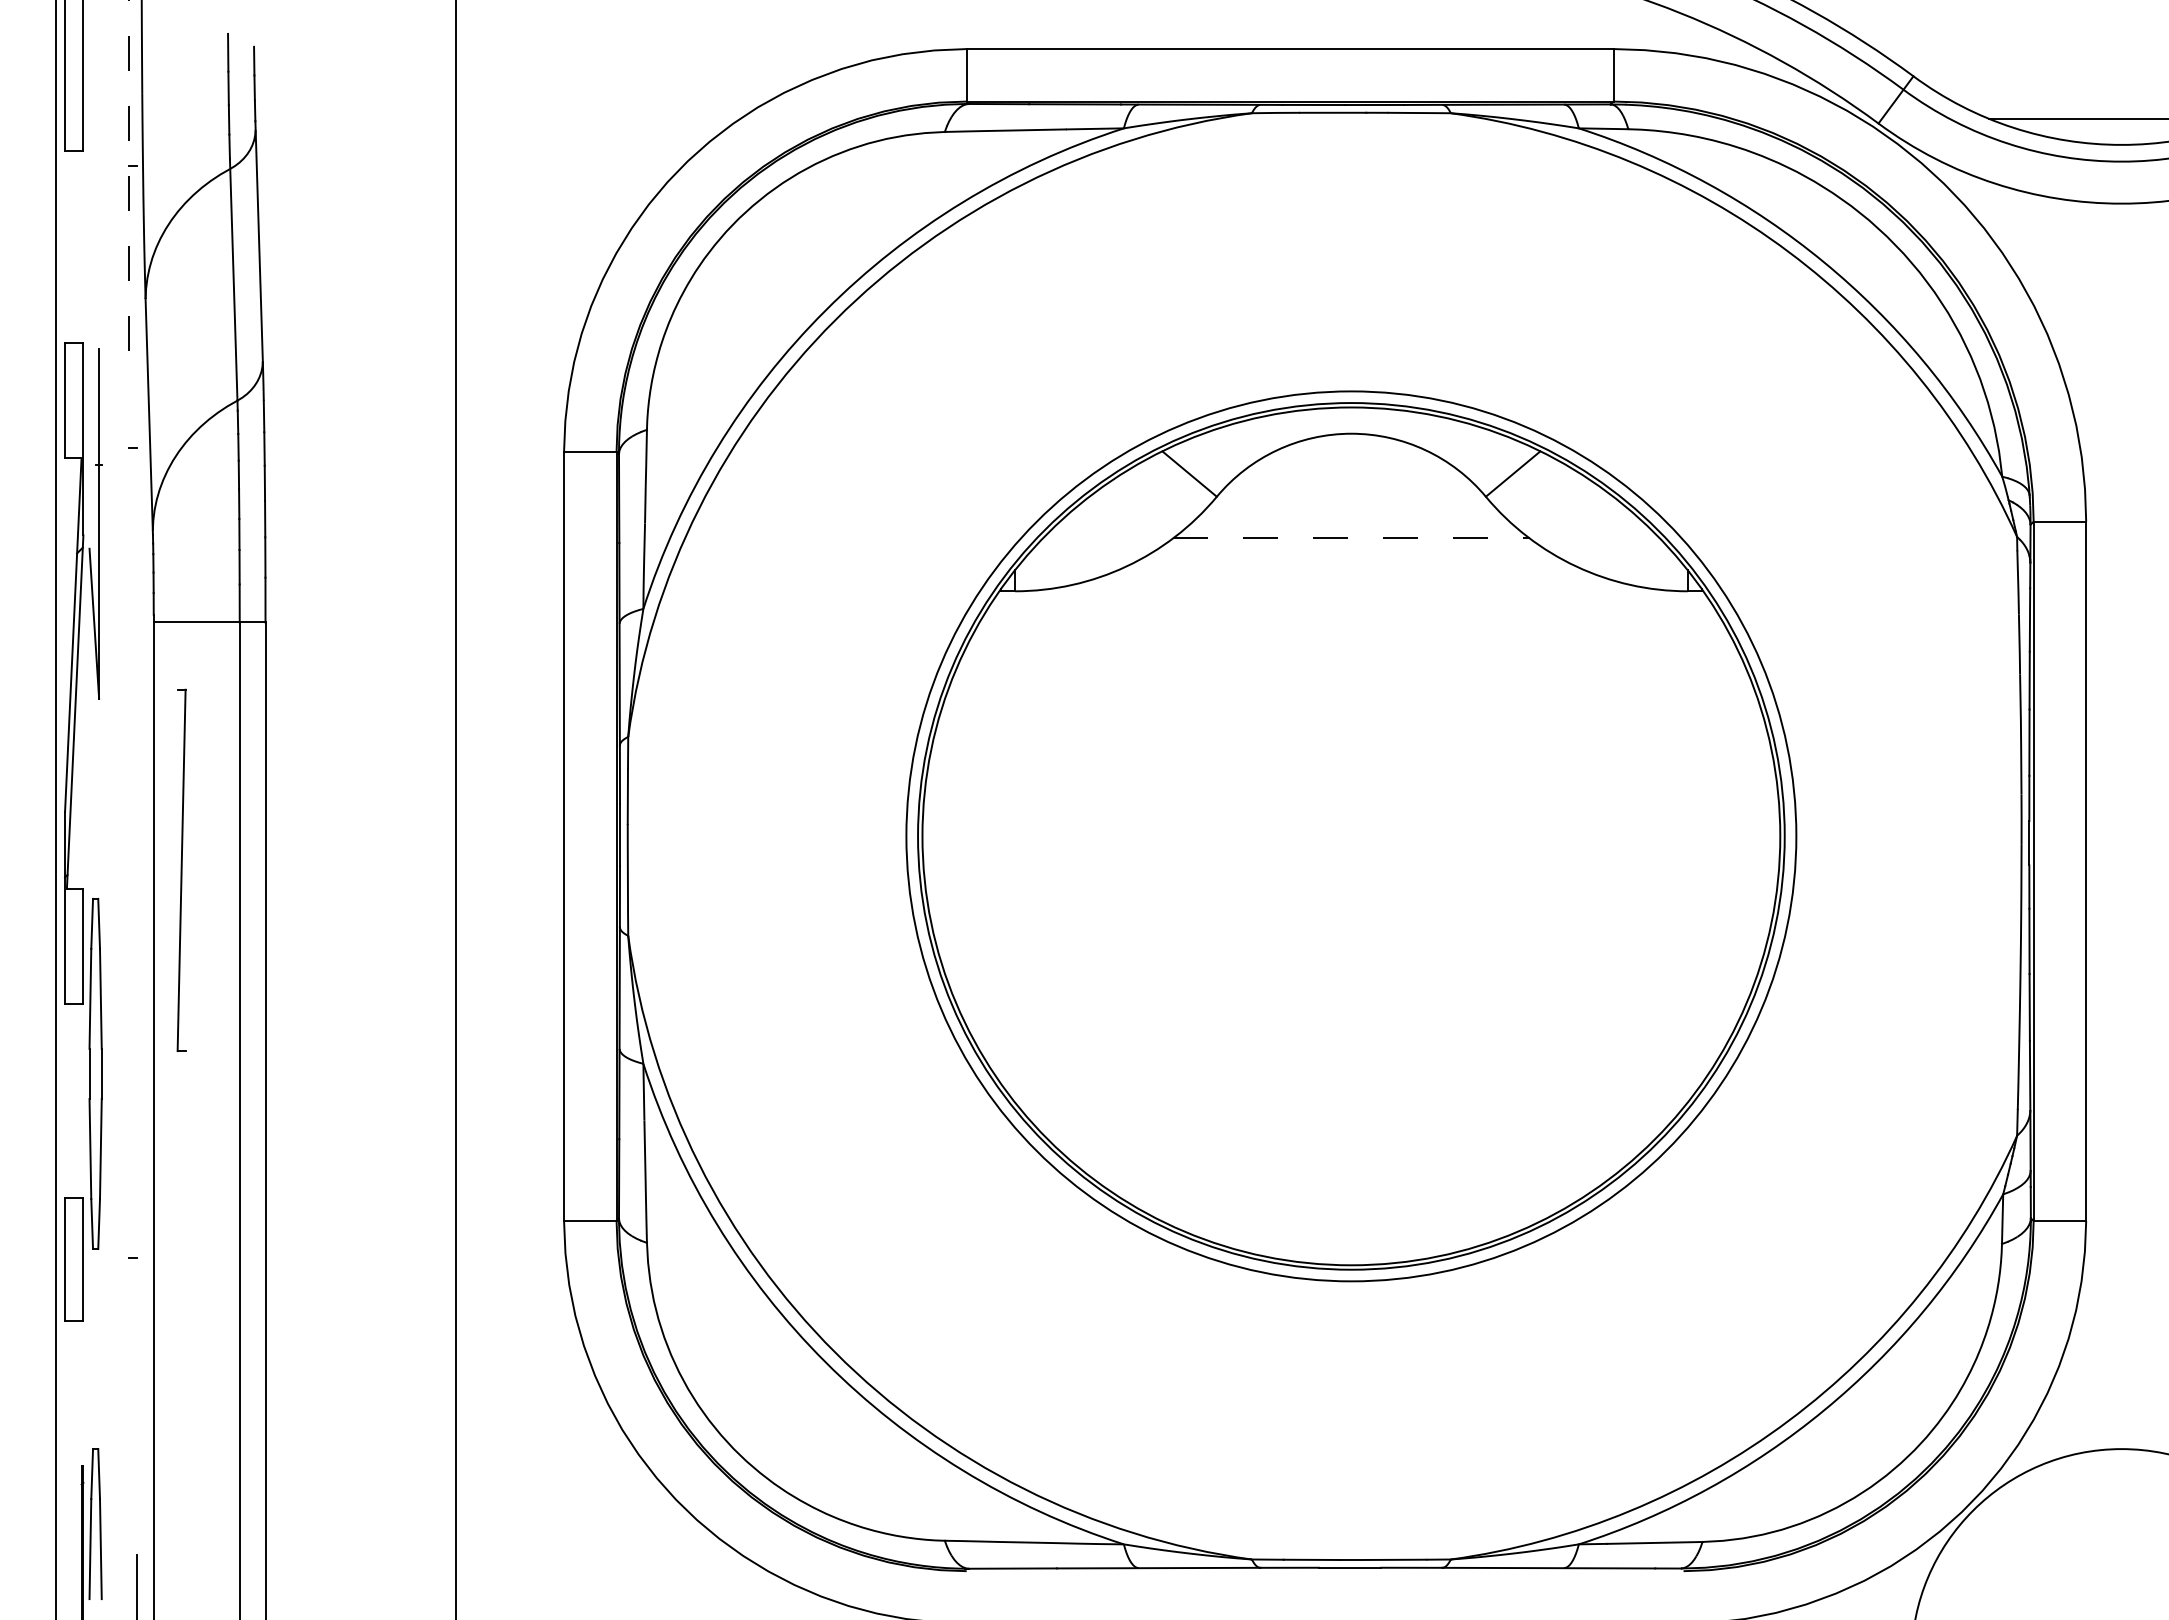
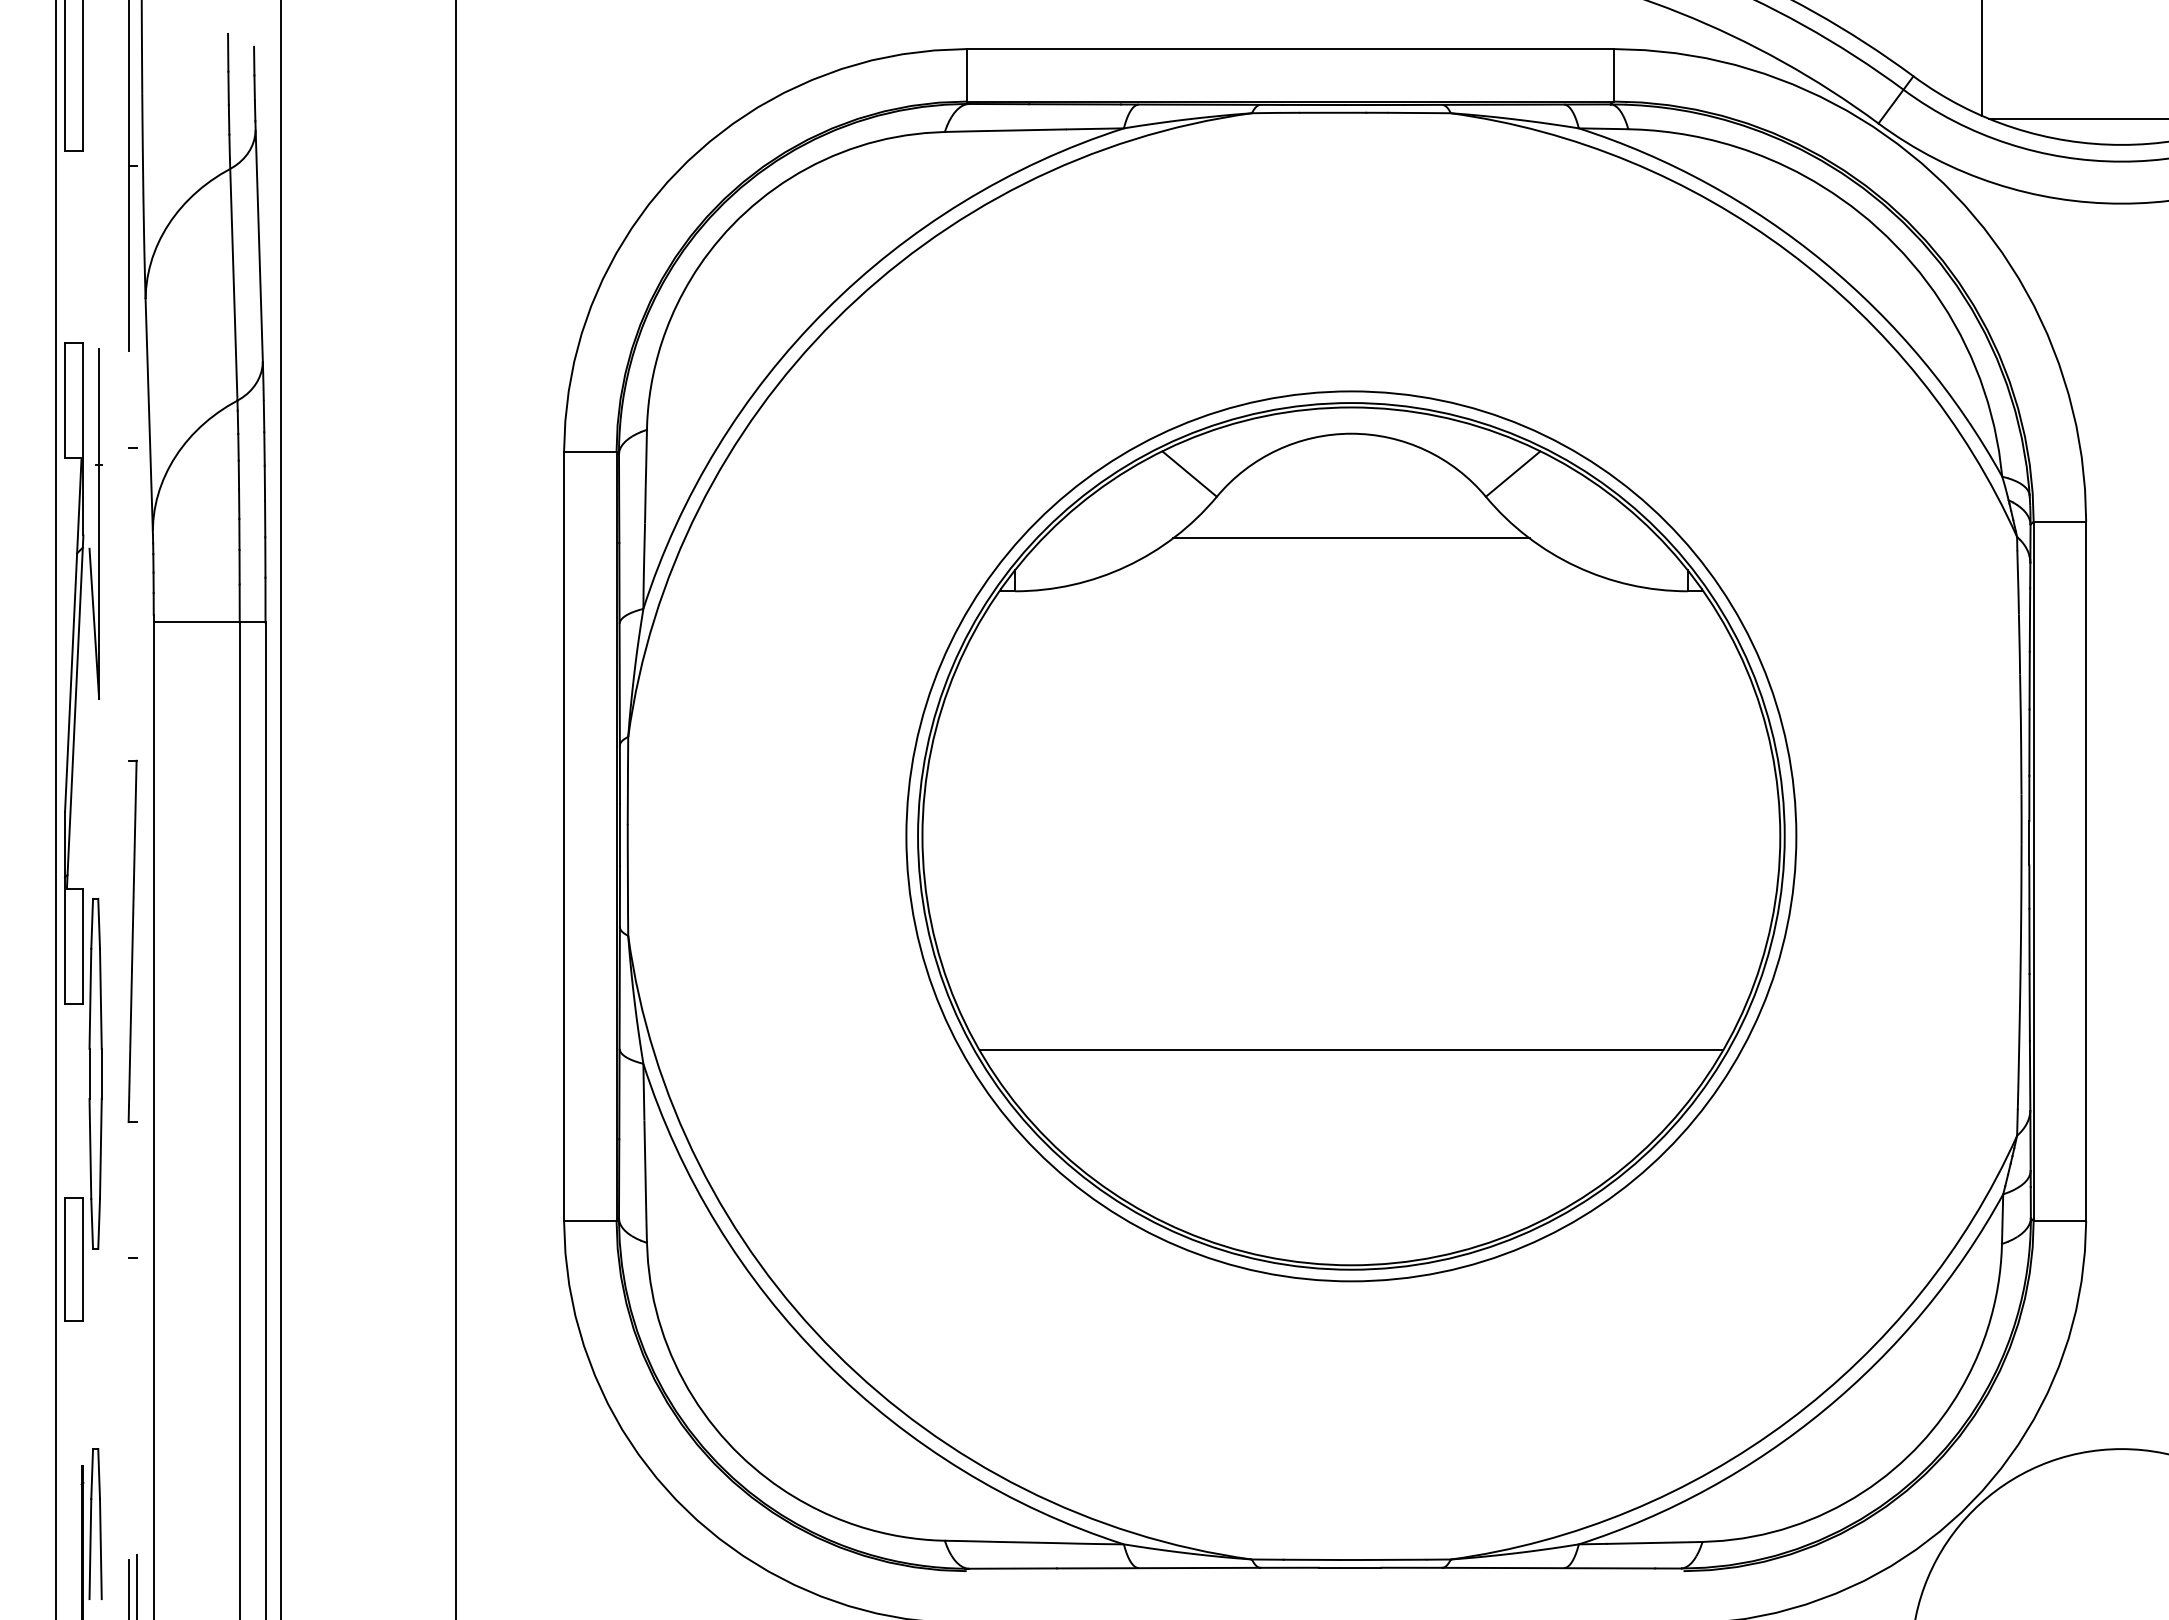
line at (1981, 58): none -> present
line at (128, 175): dashed -> solid
line at (1351, 538): dashed -> solid
line at (280, 809): none -> present
part at (181, 869) position: (181, 869) -> (132, 940)
line at (1351, 1050): none -> present
line at (128, 1587): none -> present
